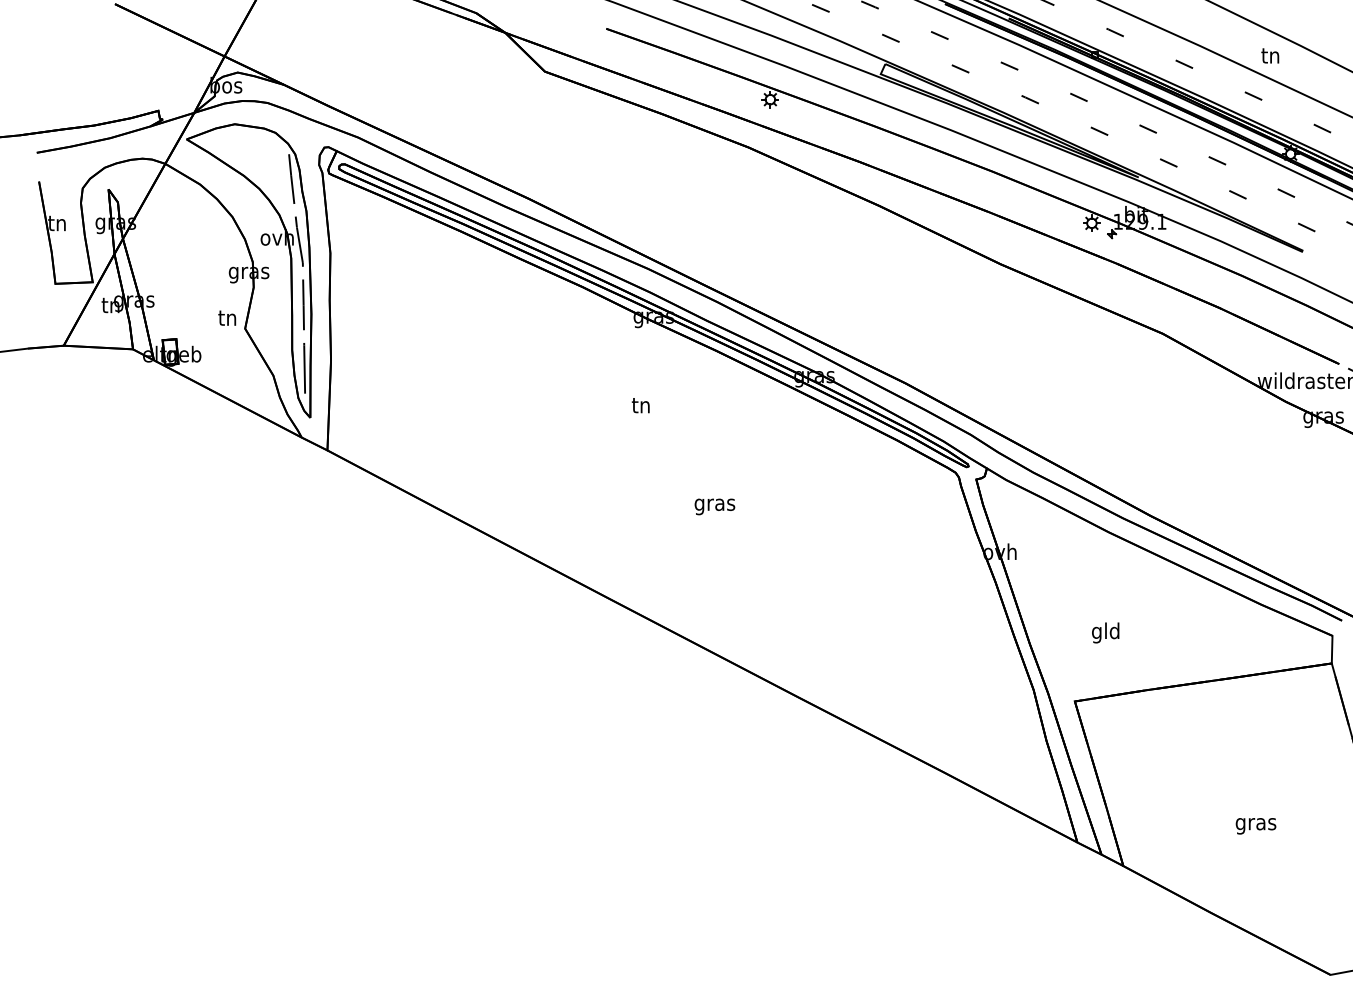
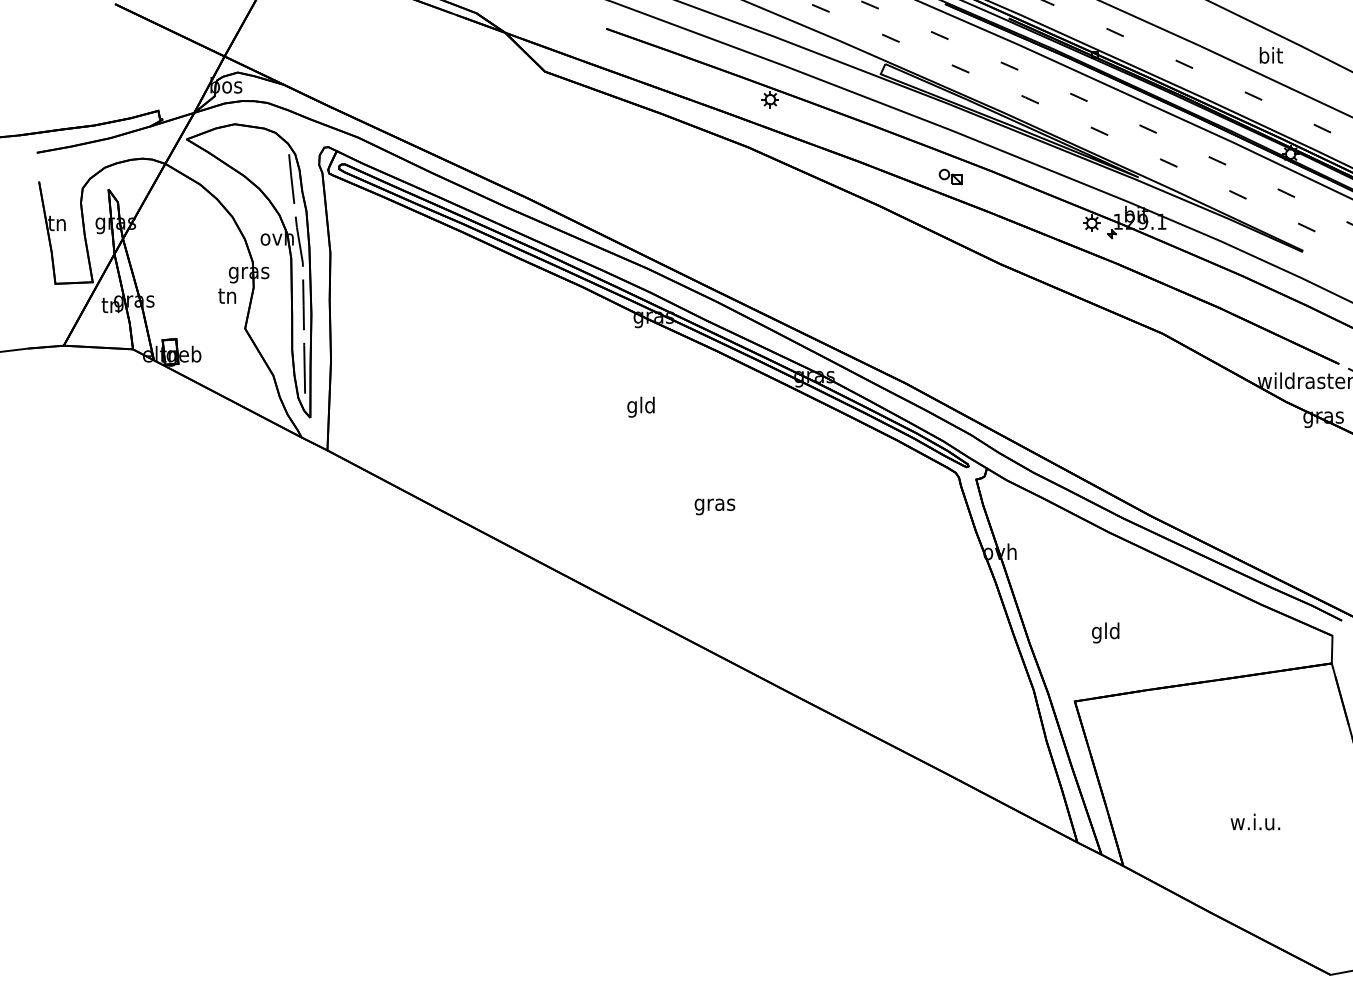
text at (1271, 55): tn -> bit
part at (950, 176): none -> present
text at (227, 317) position: (227, 317) -> (227, 295)
text at (640, 406): tn -> gld
text at (1255, 823): gras -> w.i.u.
